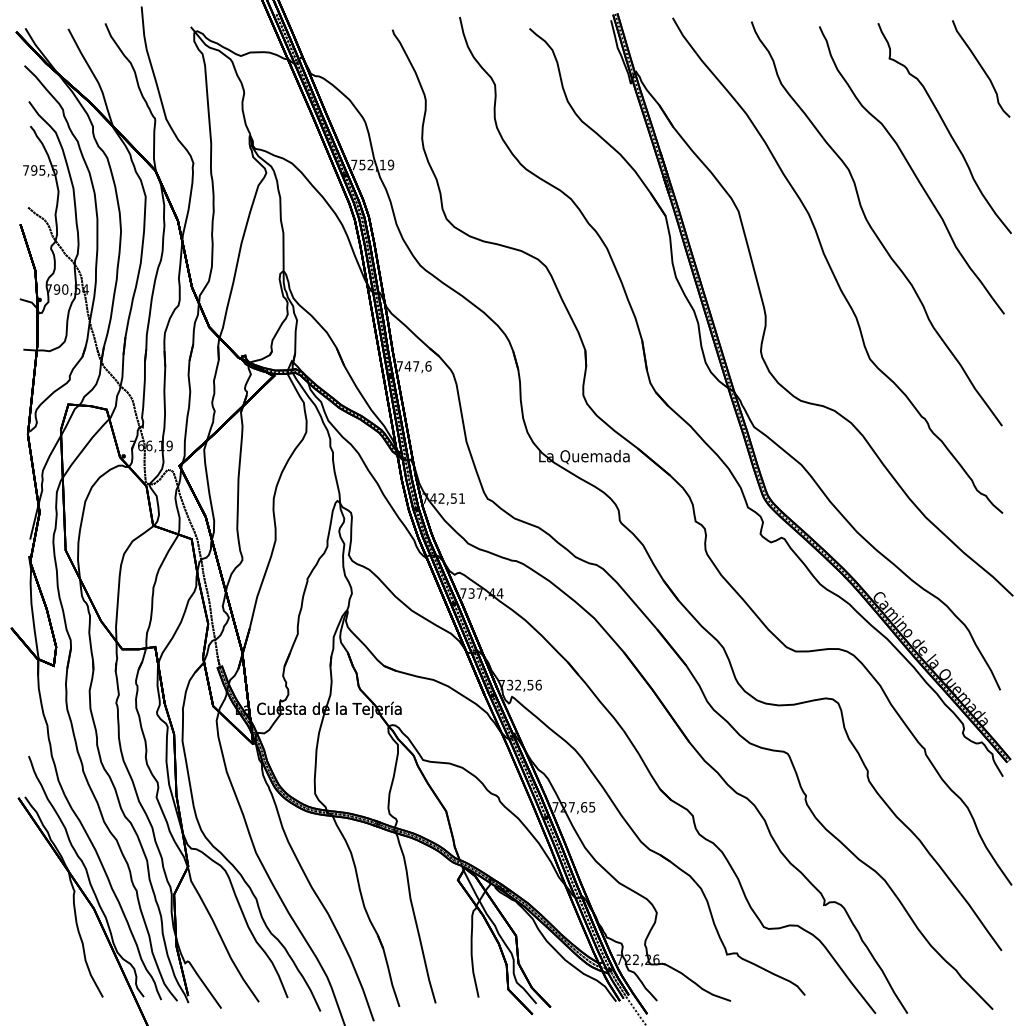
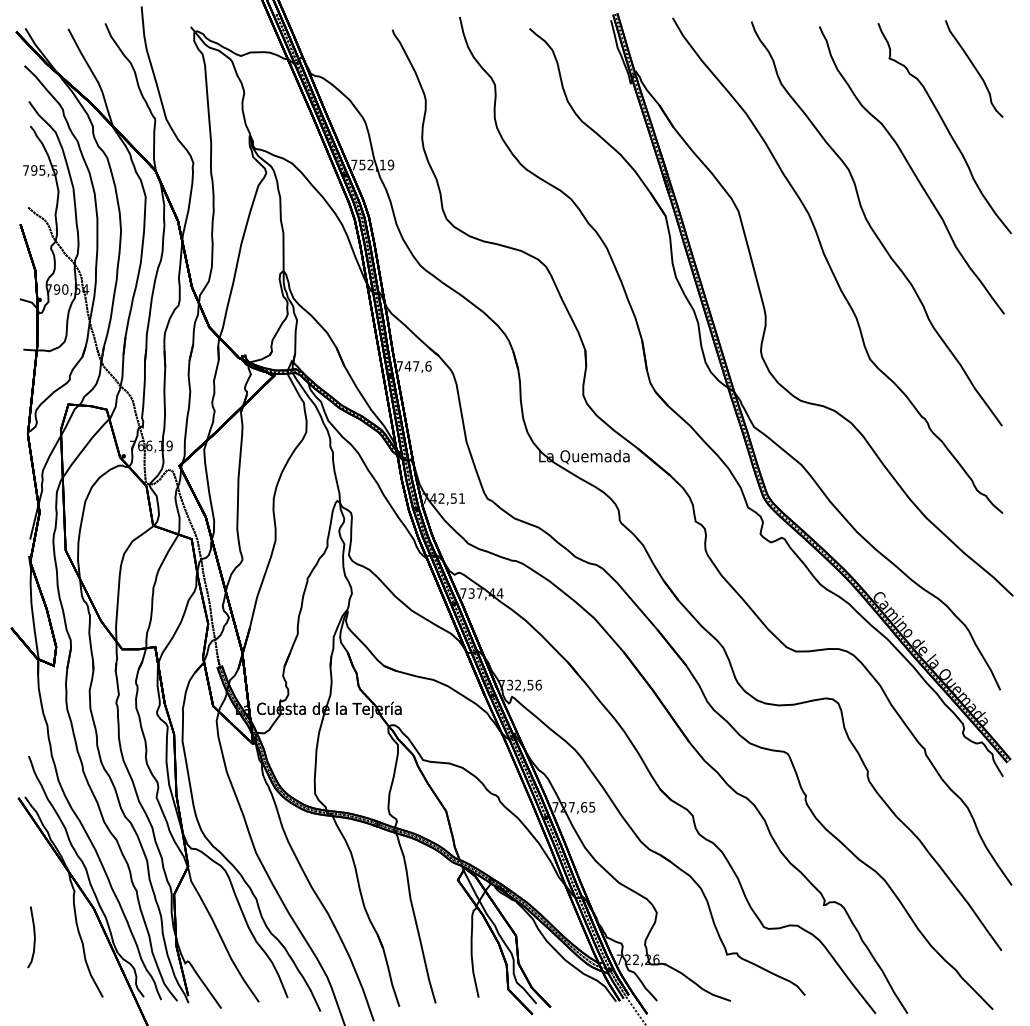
curve at (981, 68) position: (981, 68) -> (974, 68)
curve at (33, 935): none -> present
